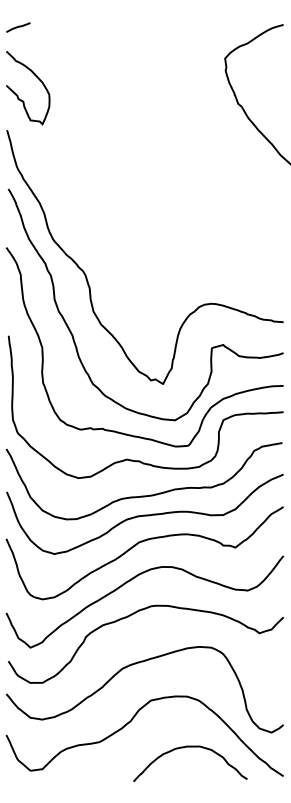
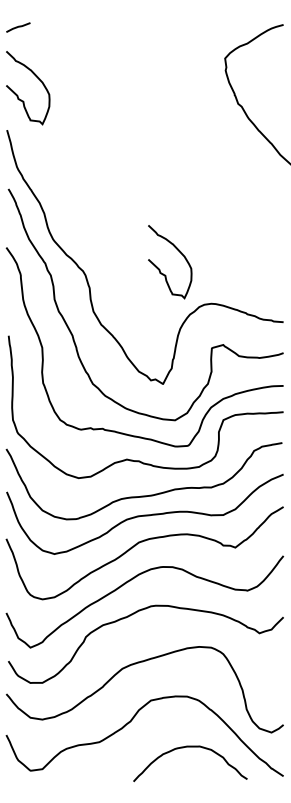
curve at (160, 269): none -> present
